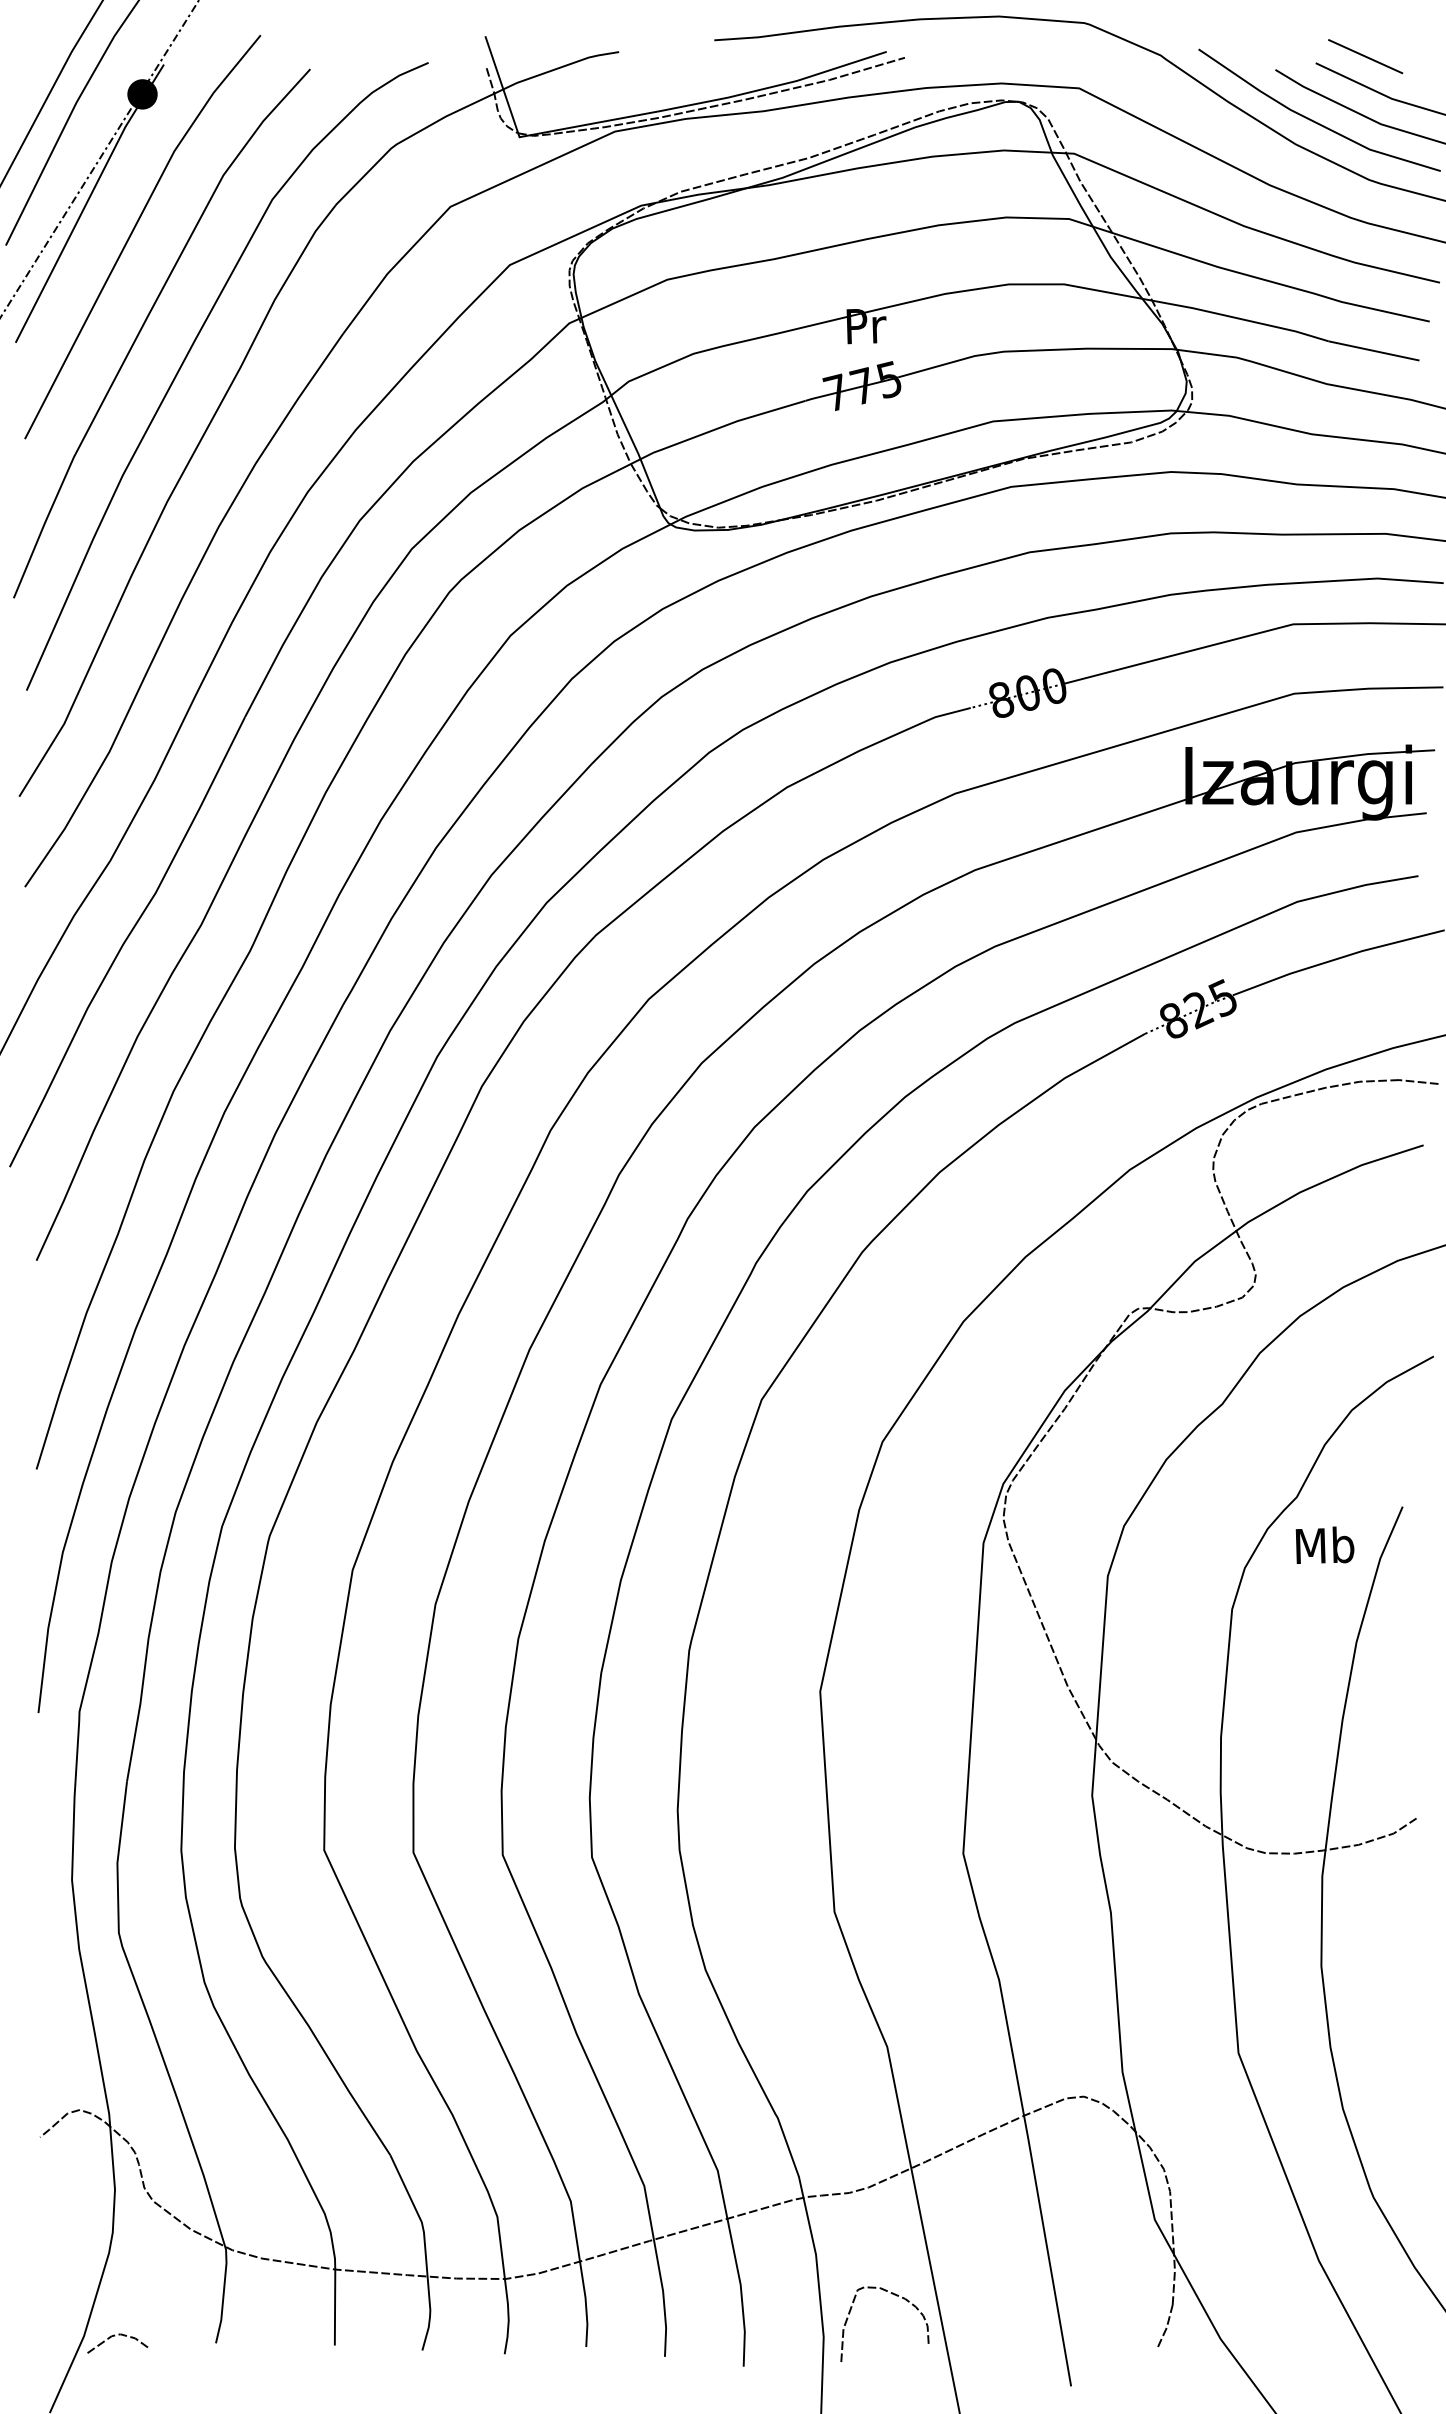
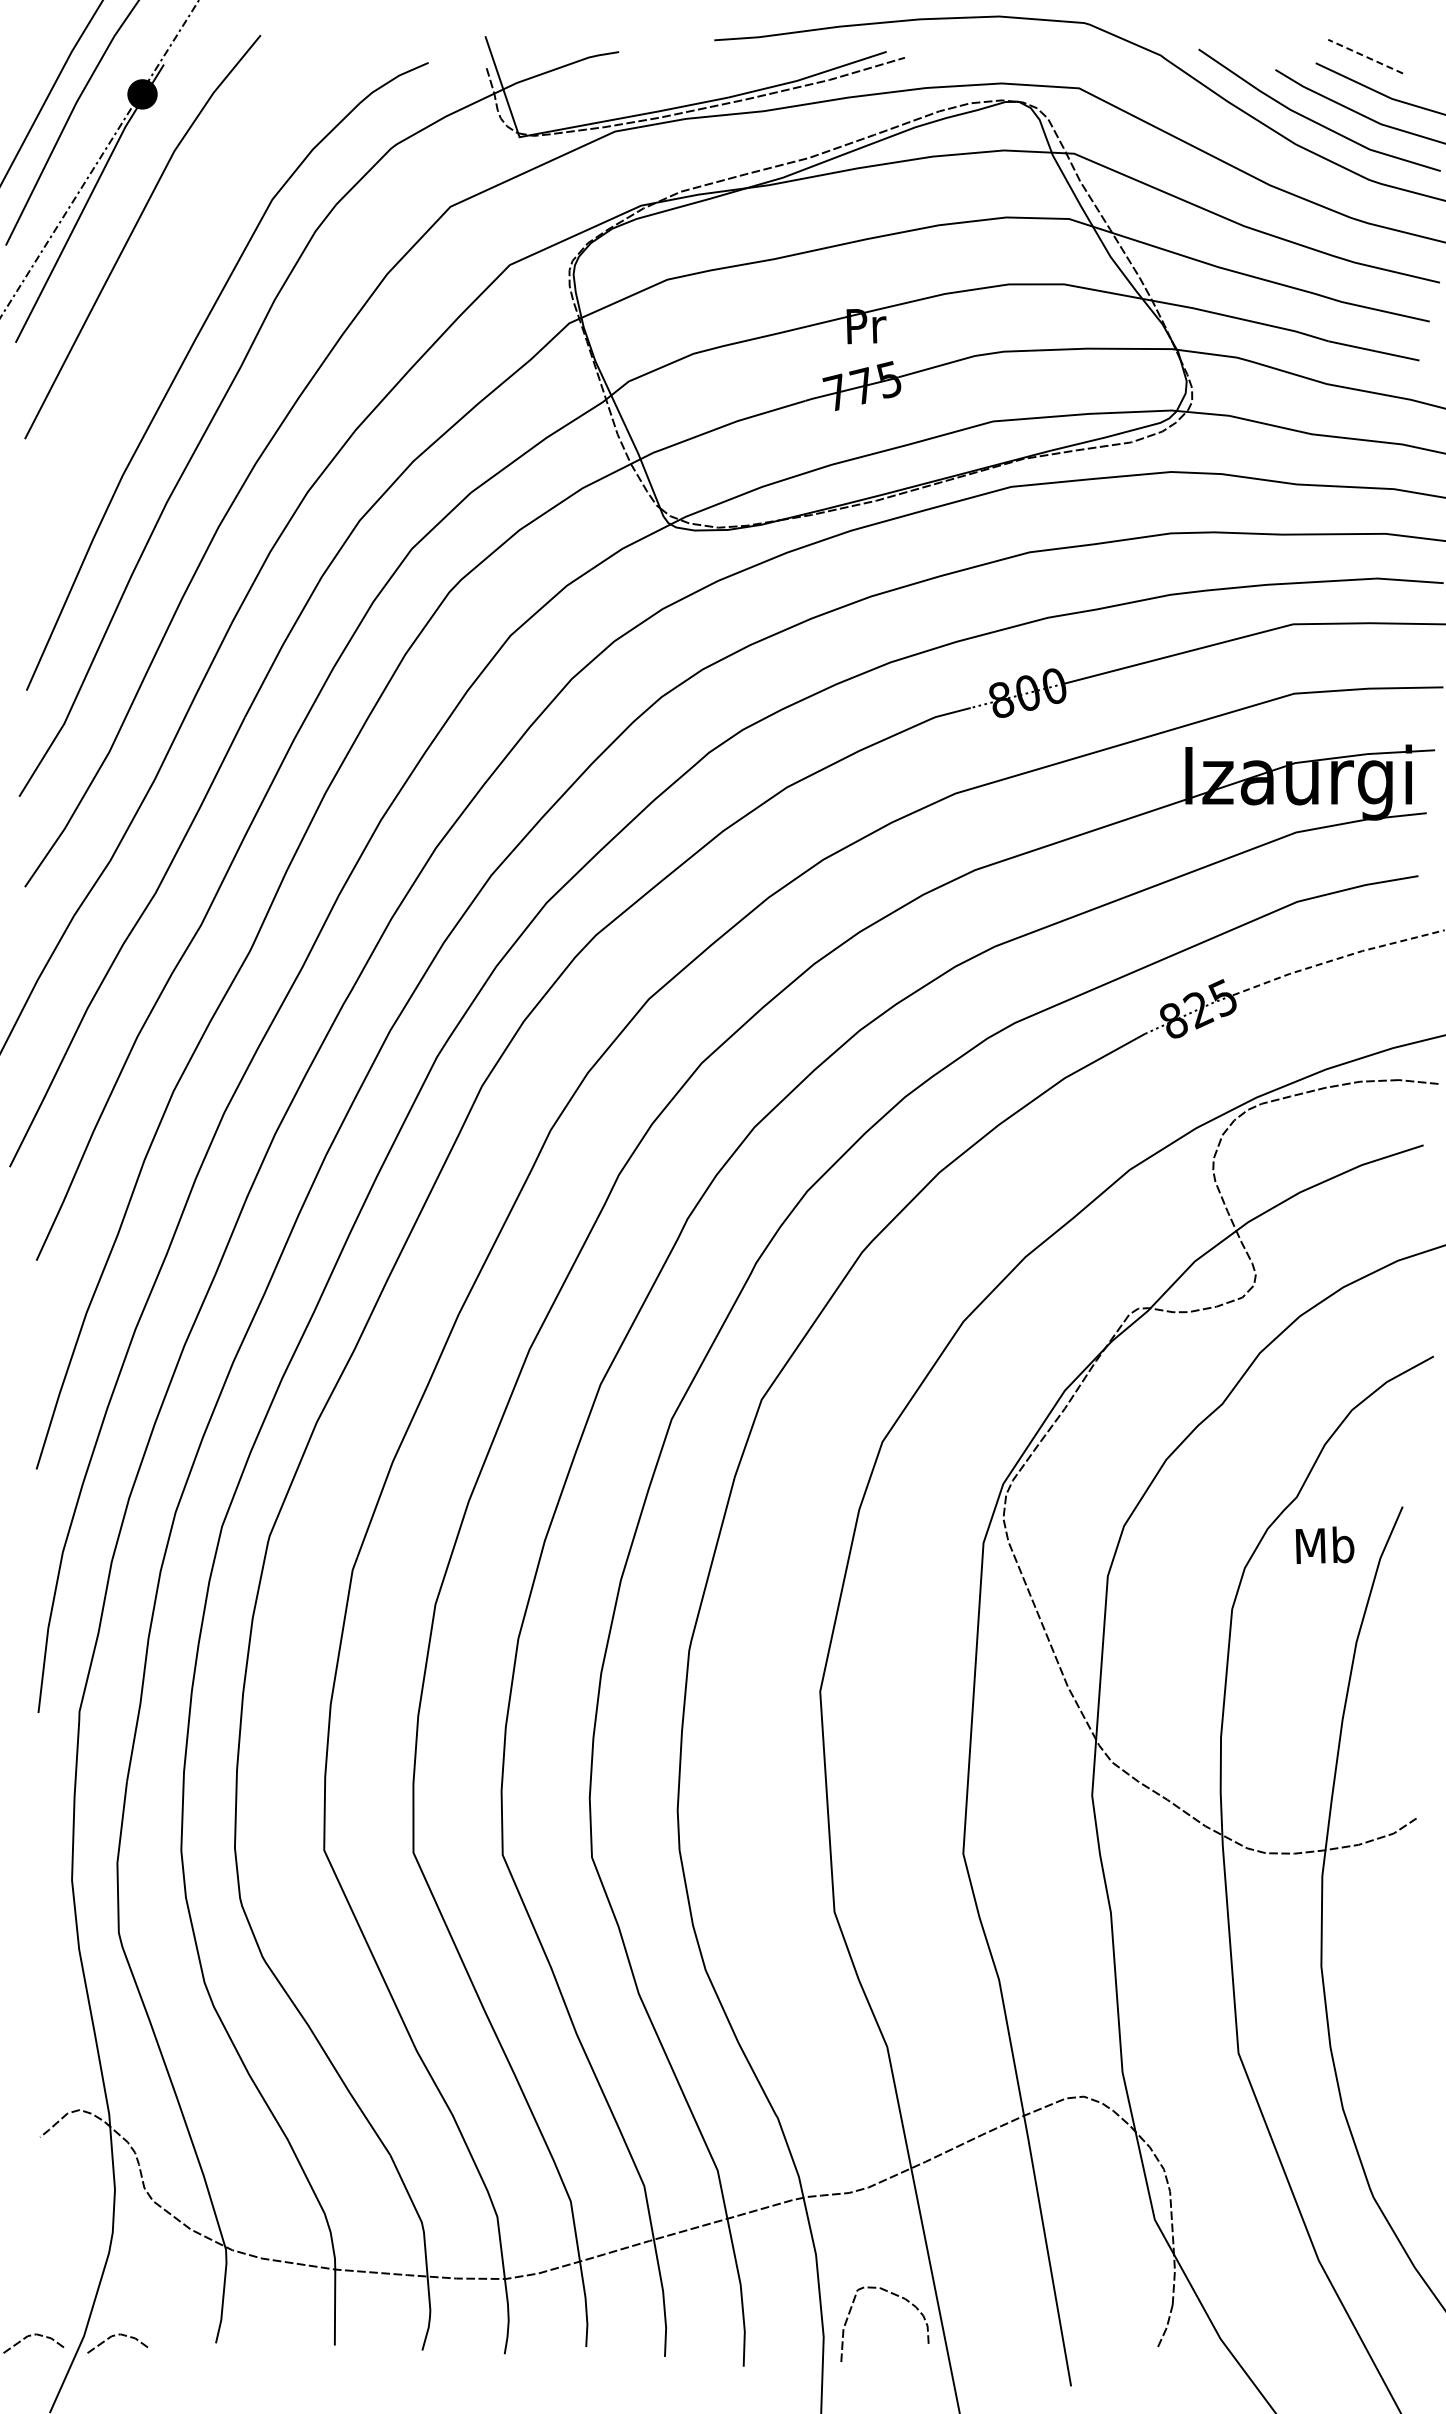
line at (1365, 56): solid -> dashed
curve at (144, 325): present -> none
line at (1337, 958): solid -> dashed
line at (31, 2336): none -> present
